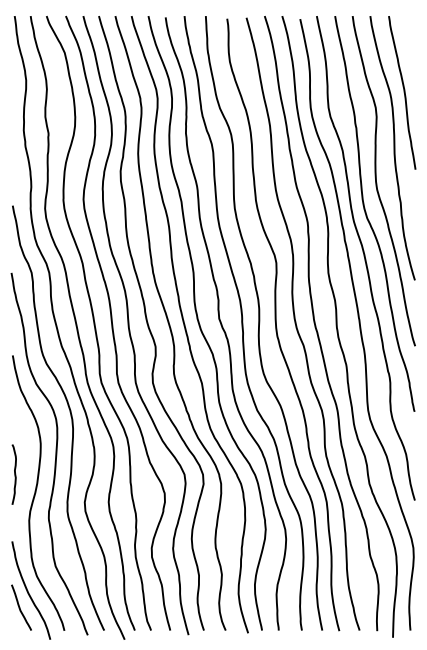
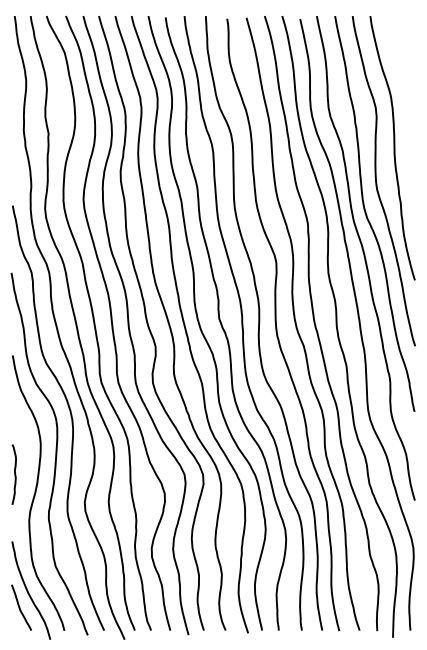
curve at (403, 92): present -> none
